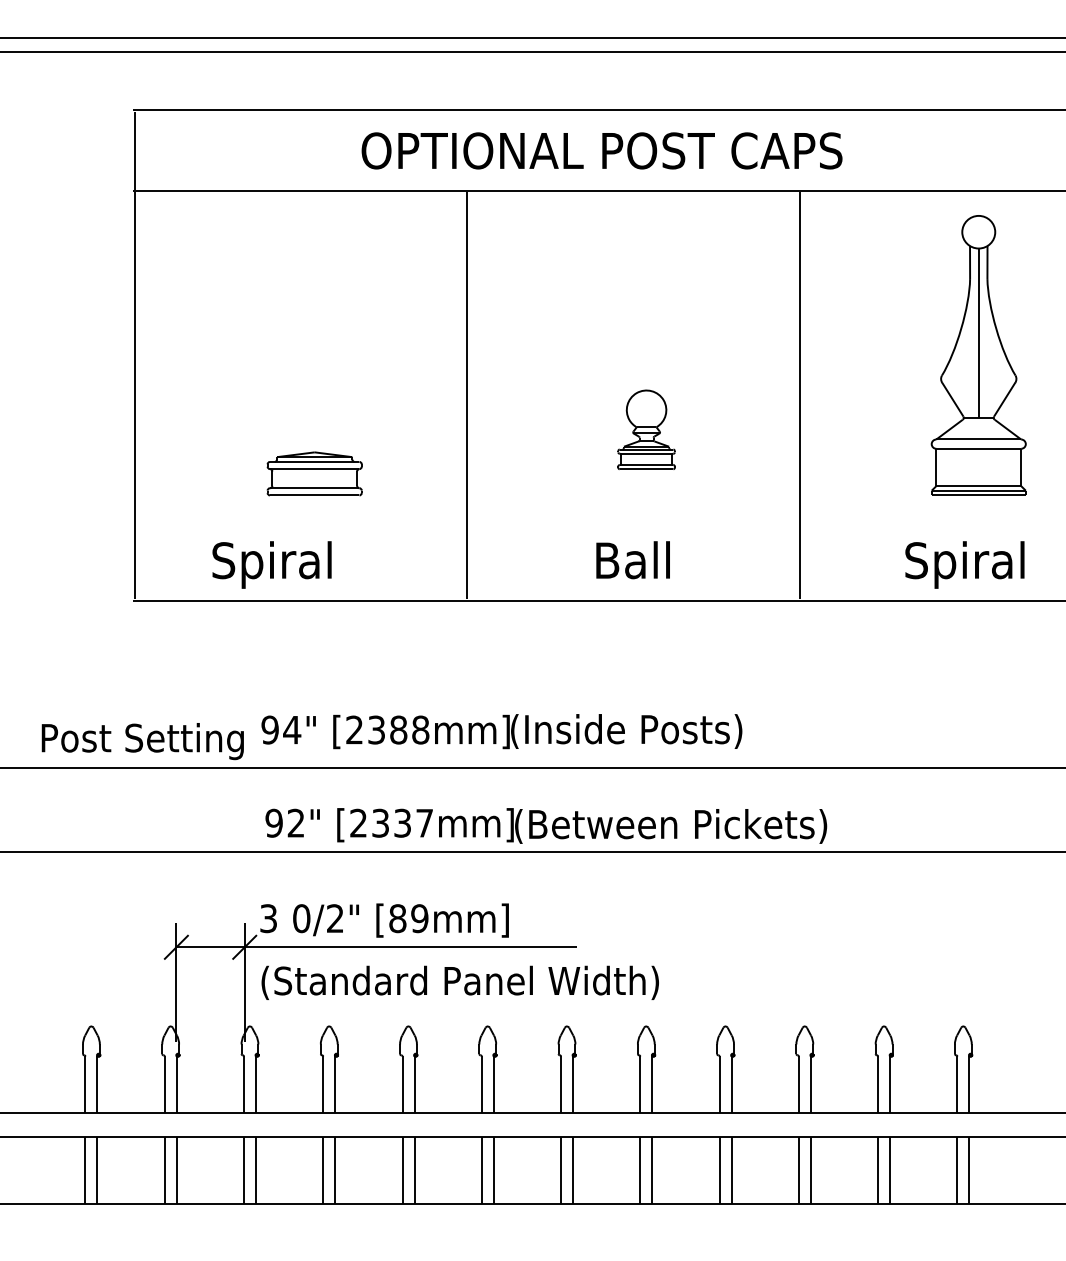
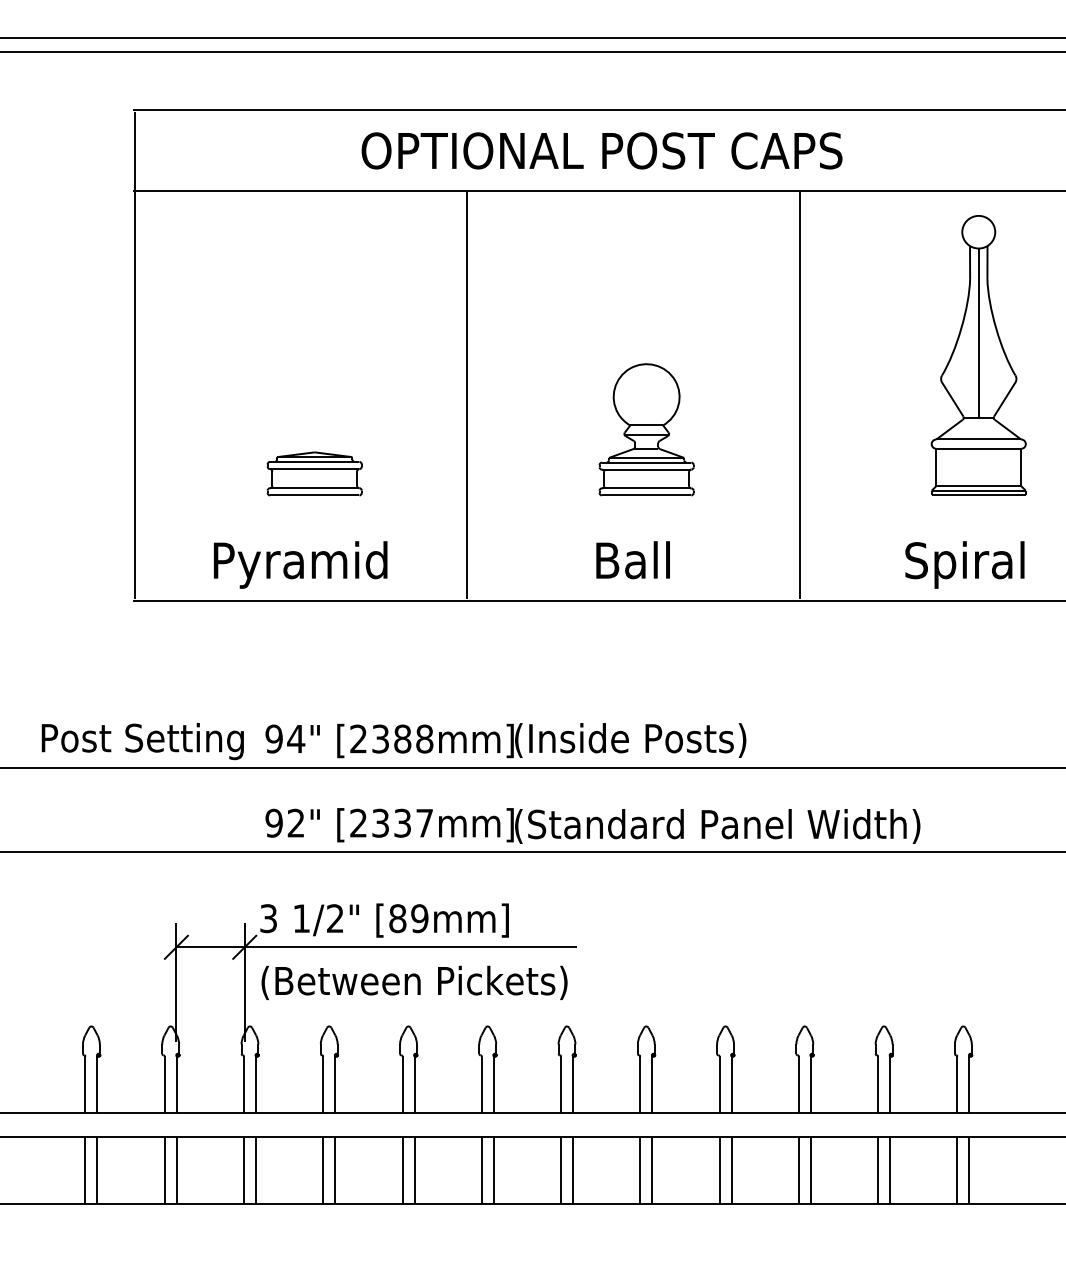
part at (646, 429) size: 59x81 px -> 97x134 px
text at (299, 564): Spiral -> Pyramid
text at (501, 731) position: (501, 731) -> (505, 740)
text at (724, 826): (Between Pickets) -> (Standard Panel Width)
text at (301, 918): 0/2" -> 1/2"
text at (466, 982): (Standard Panel Width) -> (Between Pickets)
